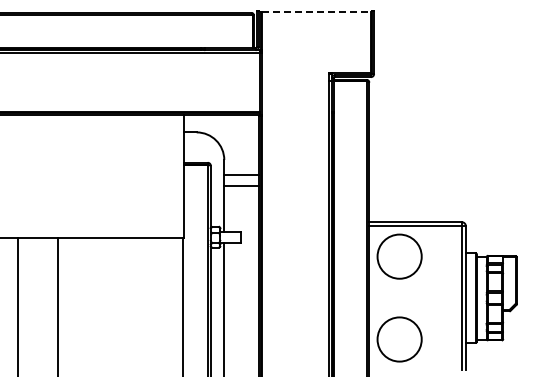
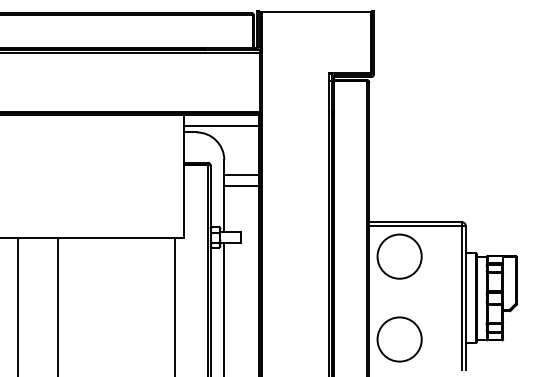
line at (316, 12): dashed -> solid
line at (220, 126): none -> present
line at (182, 305) position: (182, 305) -> (174, 305)
